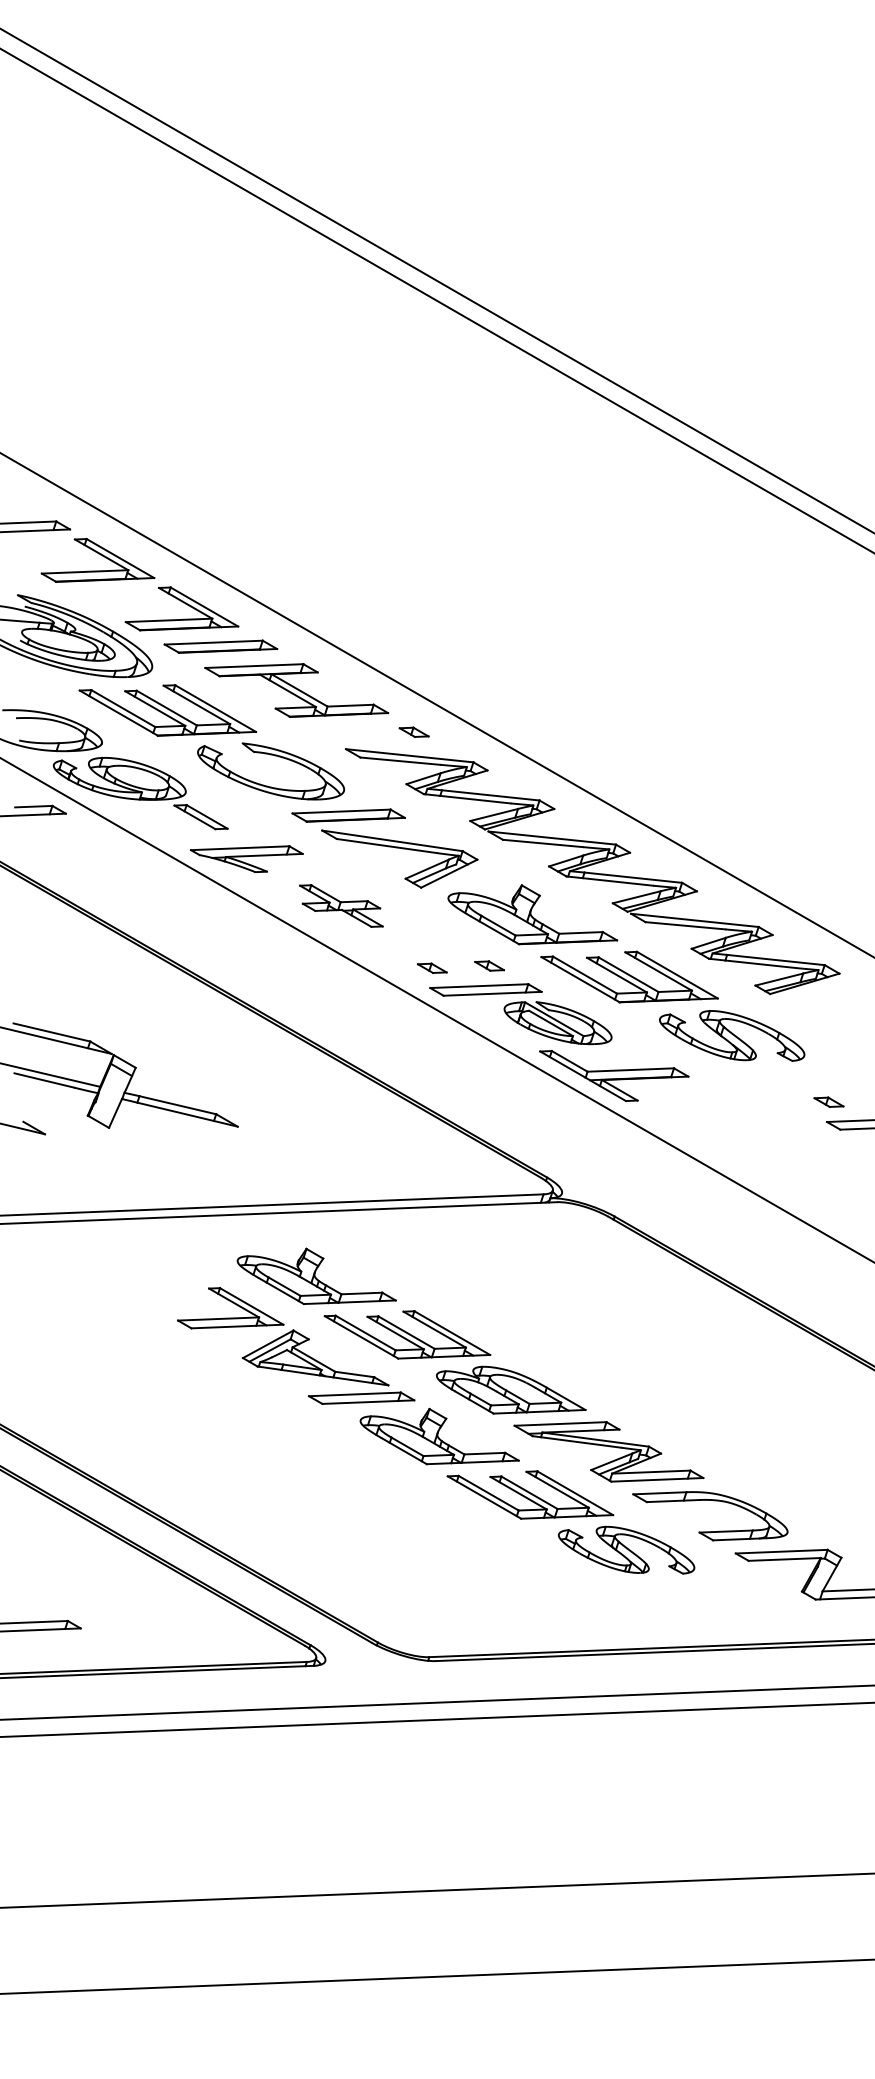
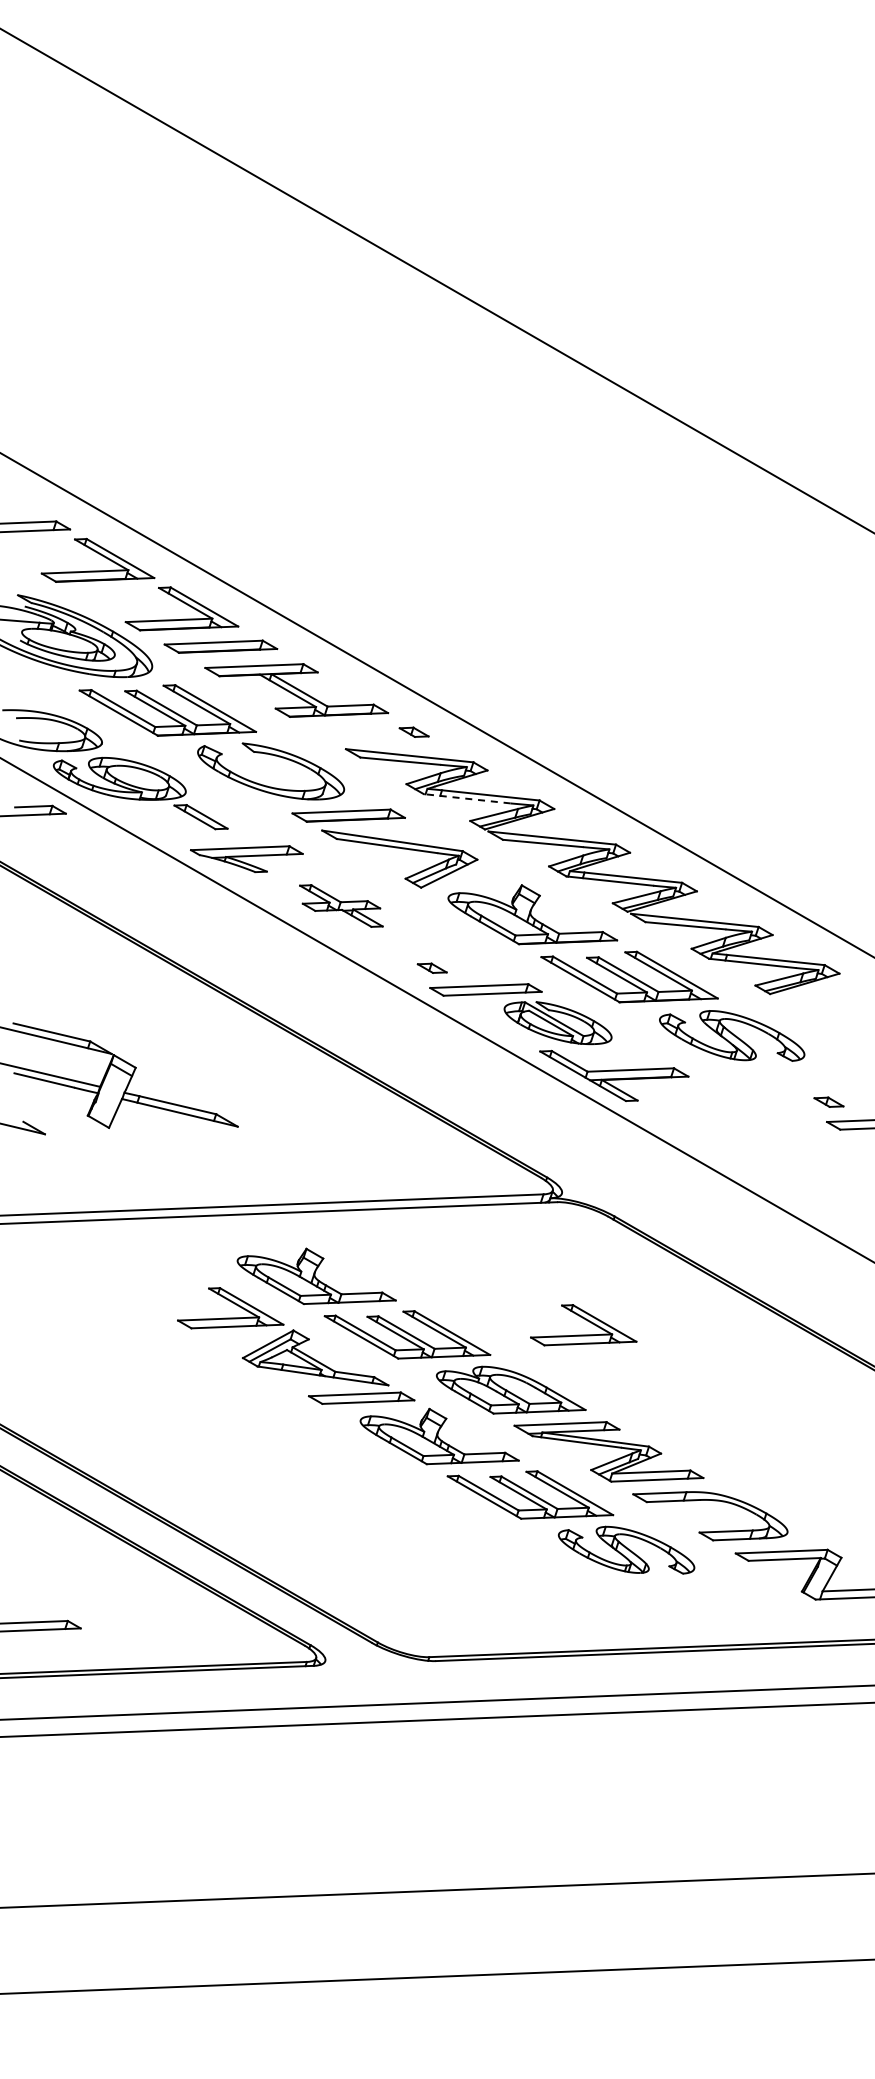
line at (436, 300): present -> none
line at (467, 798): solid -> dashed
part at (489, 965): present -> none
part at (583, 1325): none -> present
